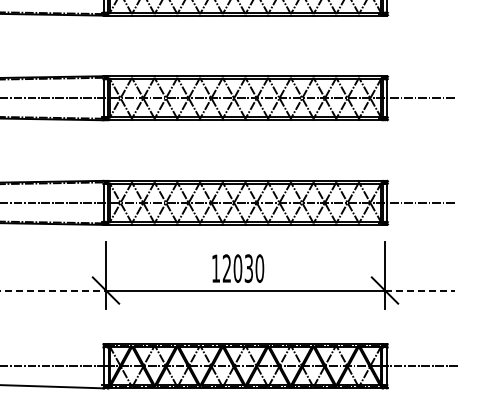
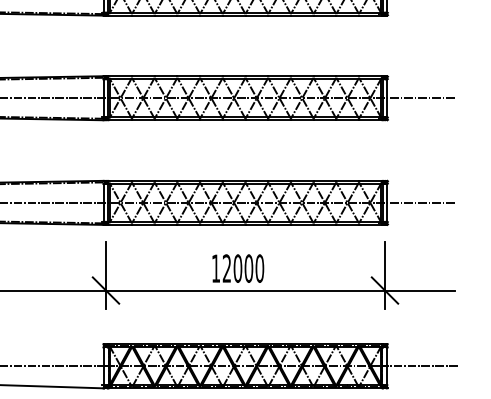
text at (248, 268): 12030 -> 12000
line at (53, 290): dashed -> solid
line at (419, 290): dashed -> solid
